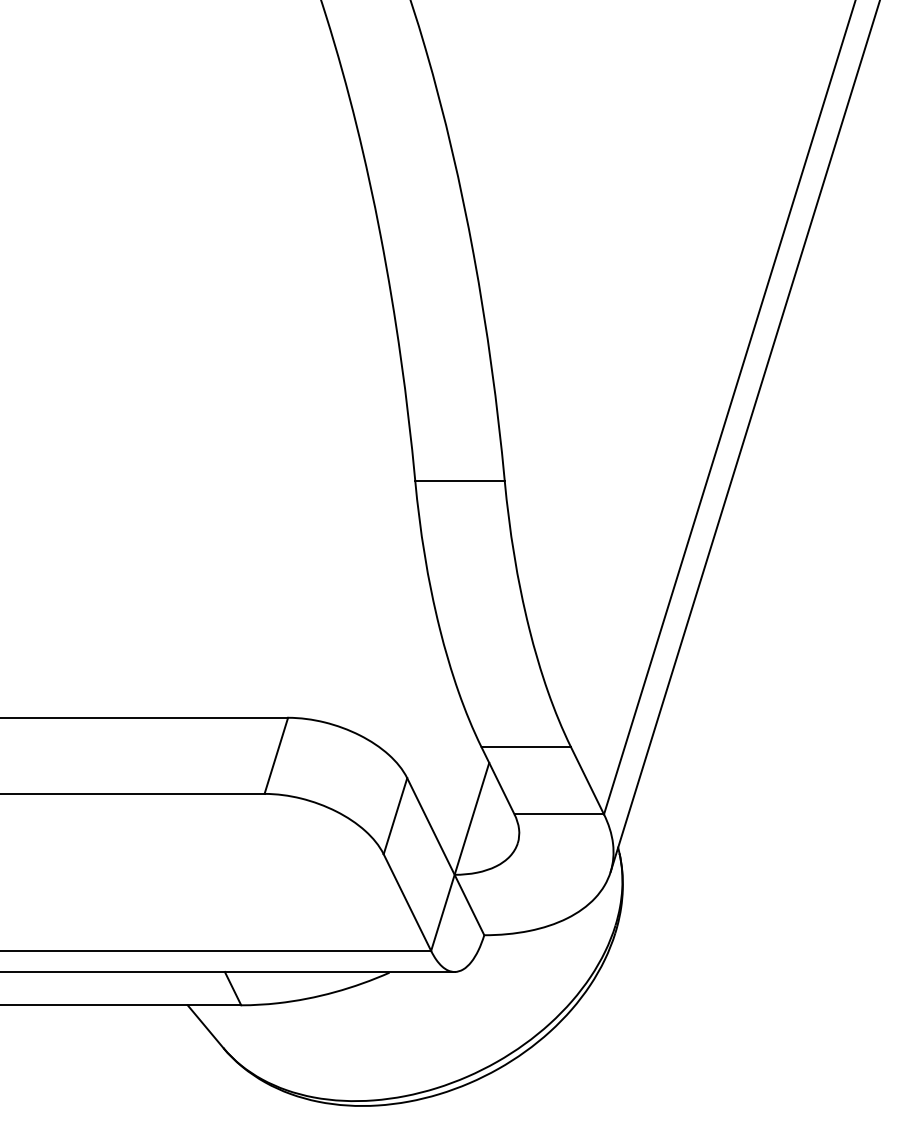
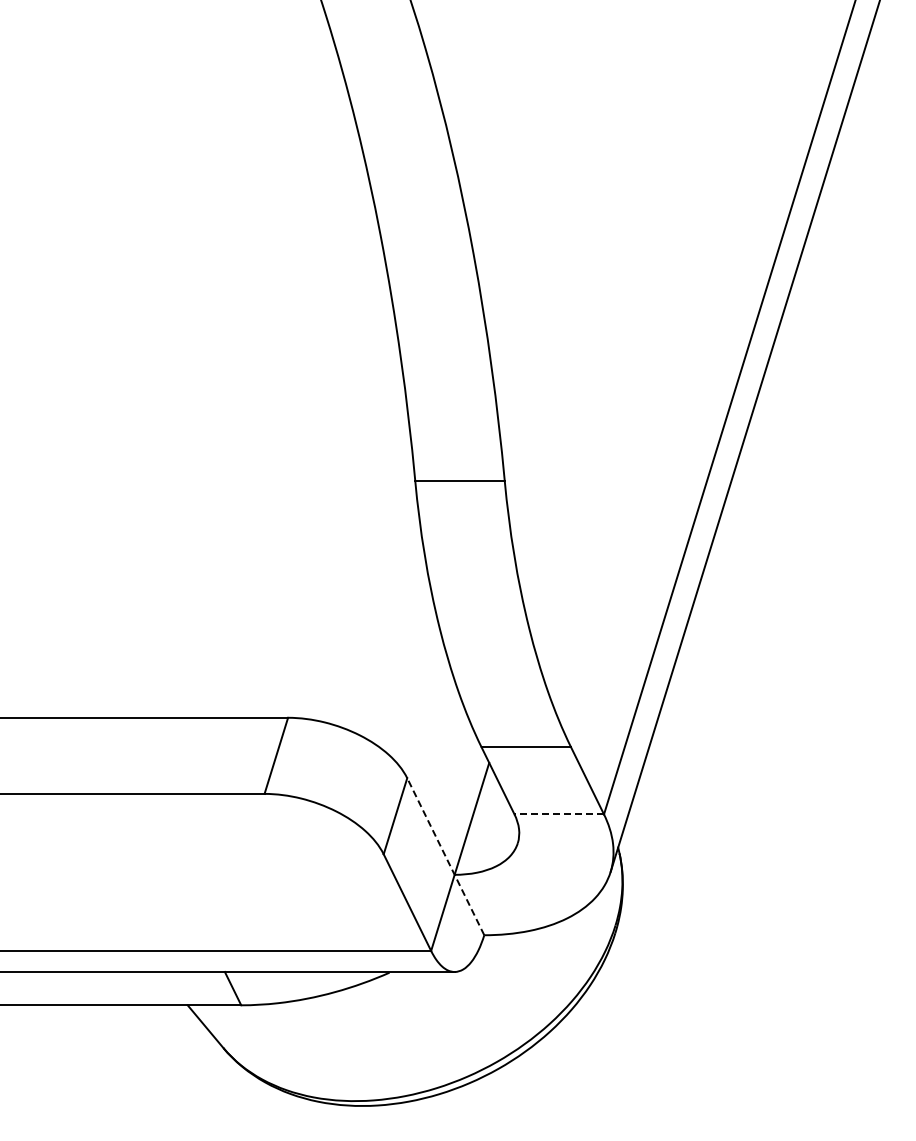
line at (559, 814): solid -> dashed
line at (445, 856): solid -> dashed
